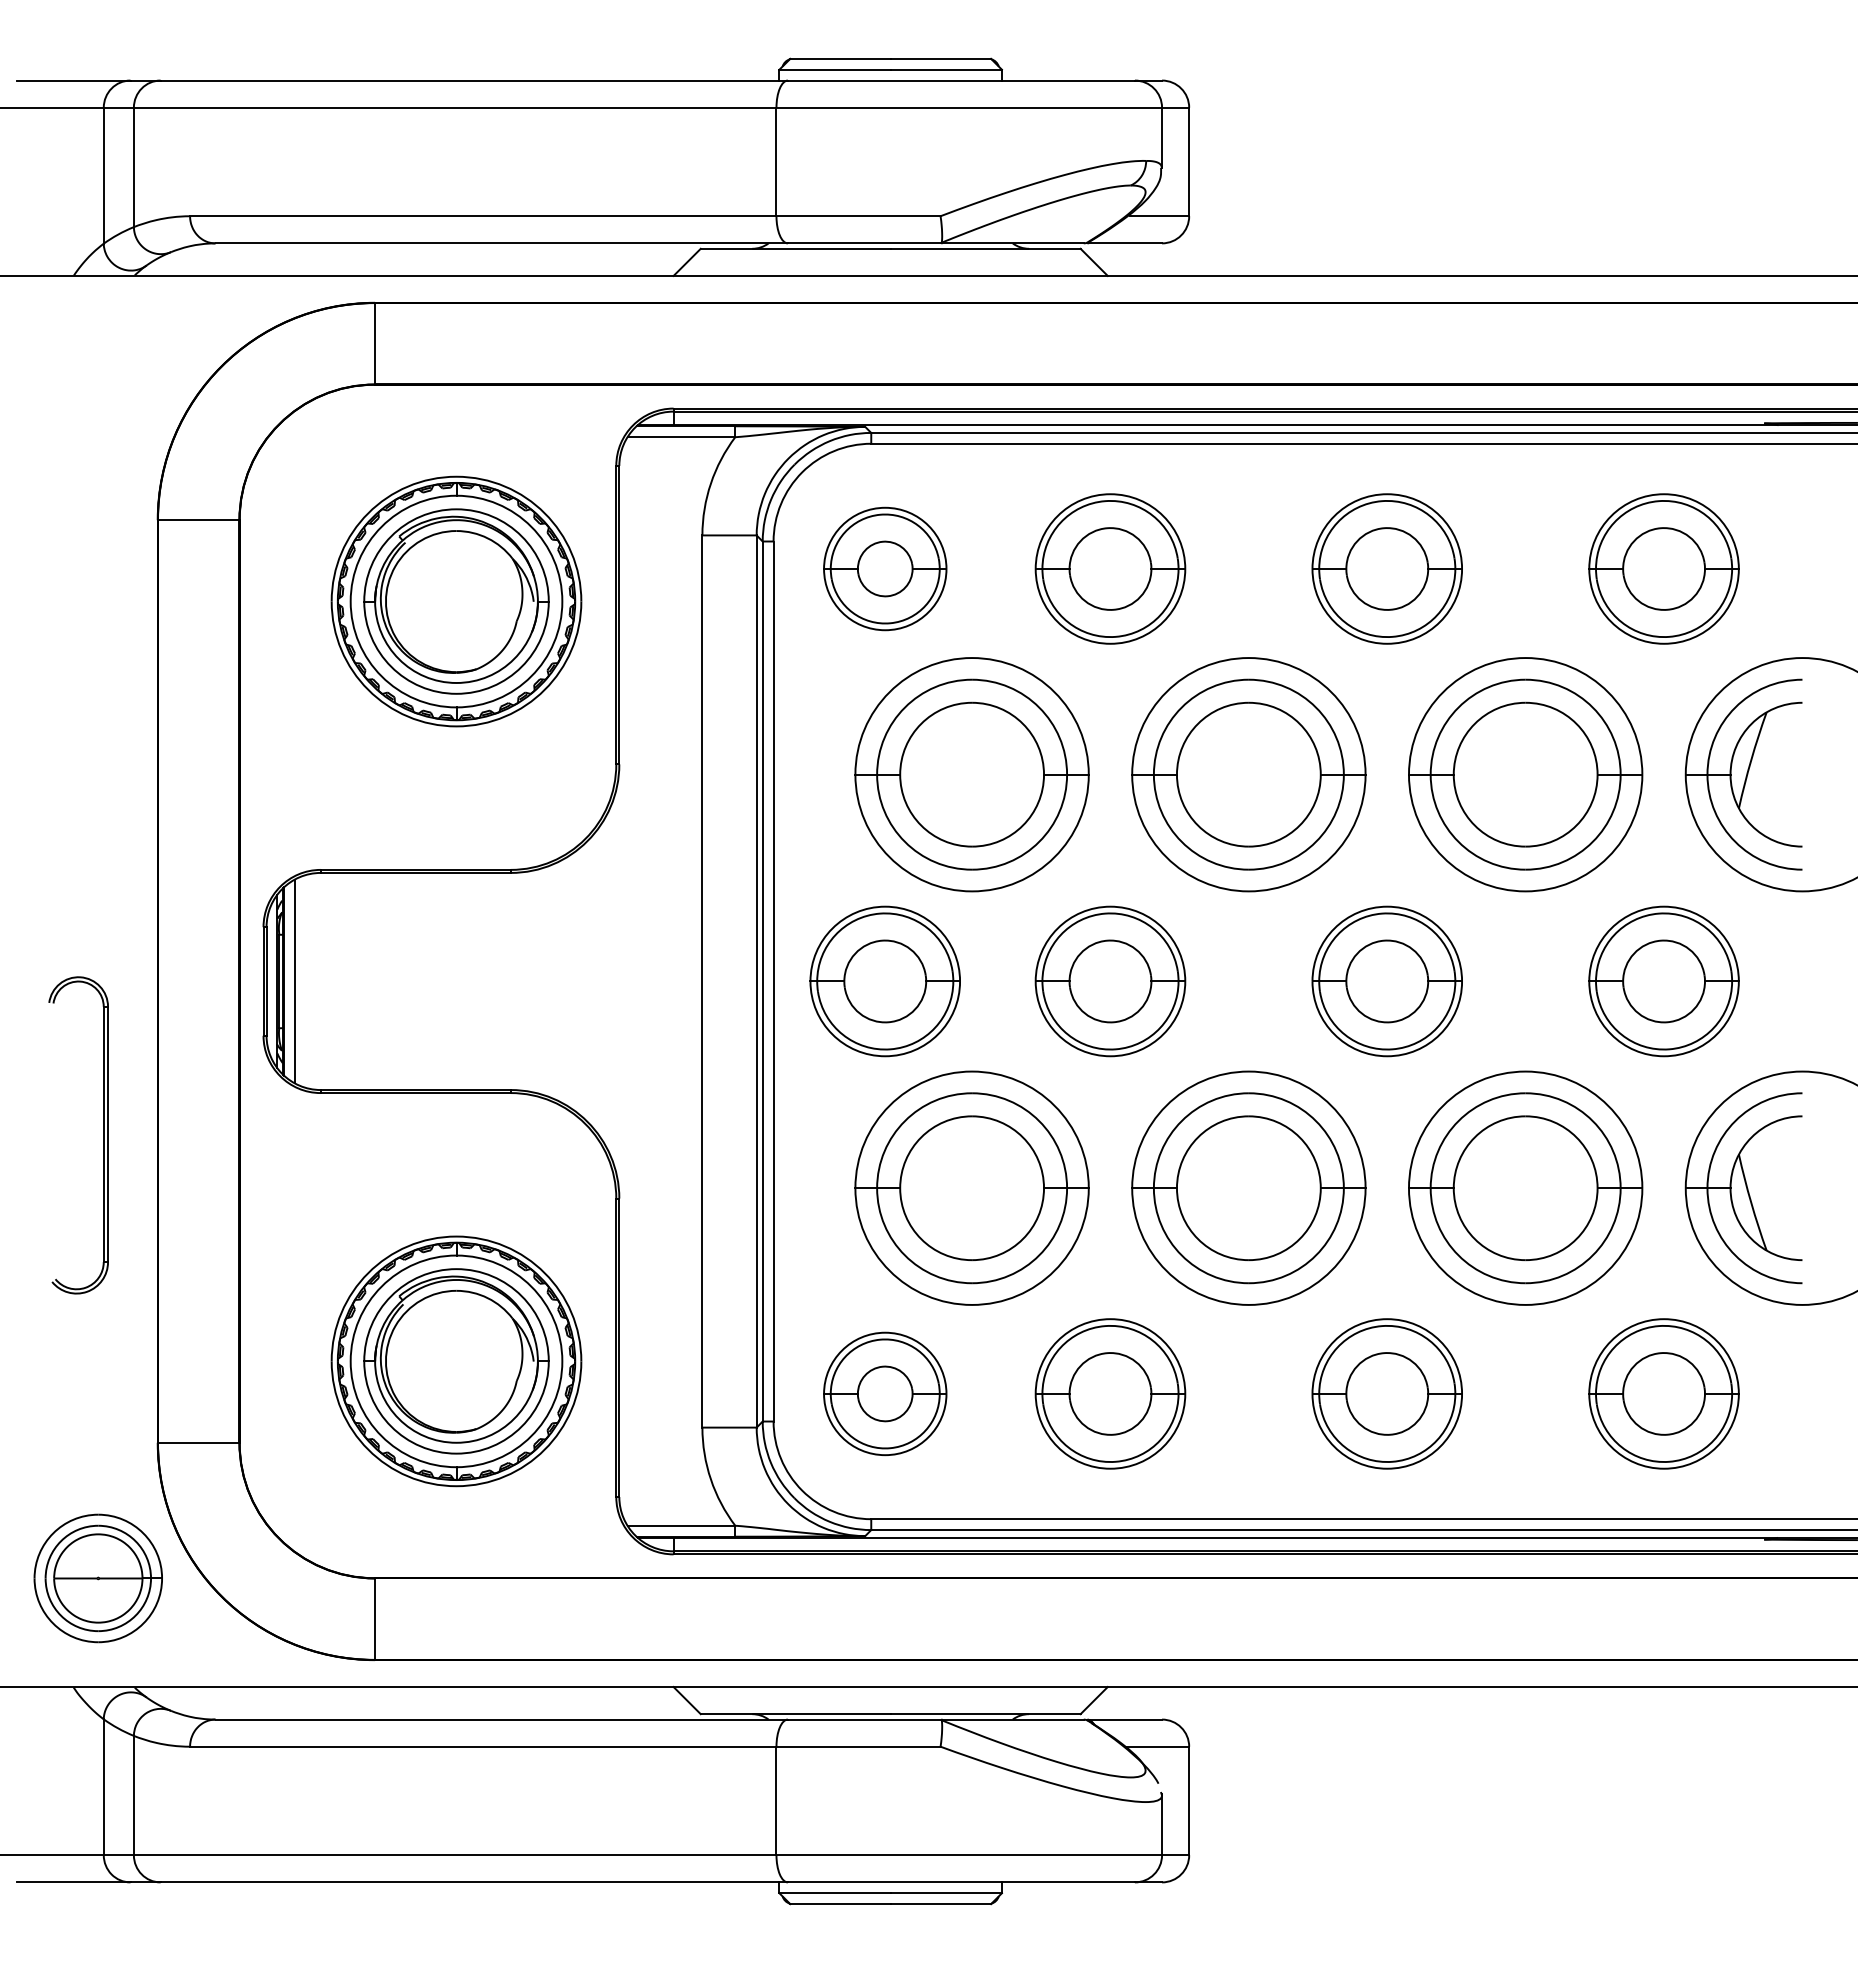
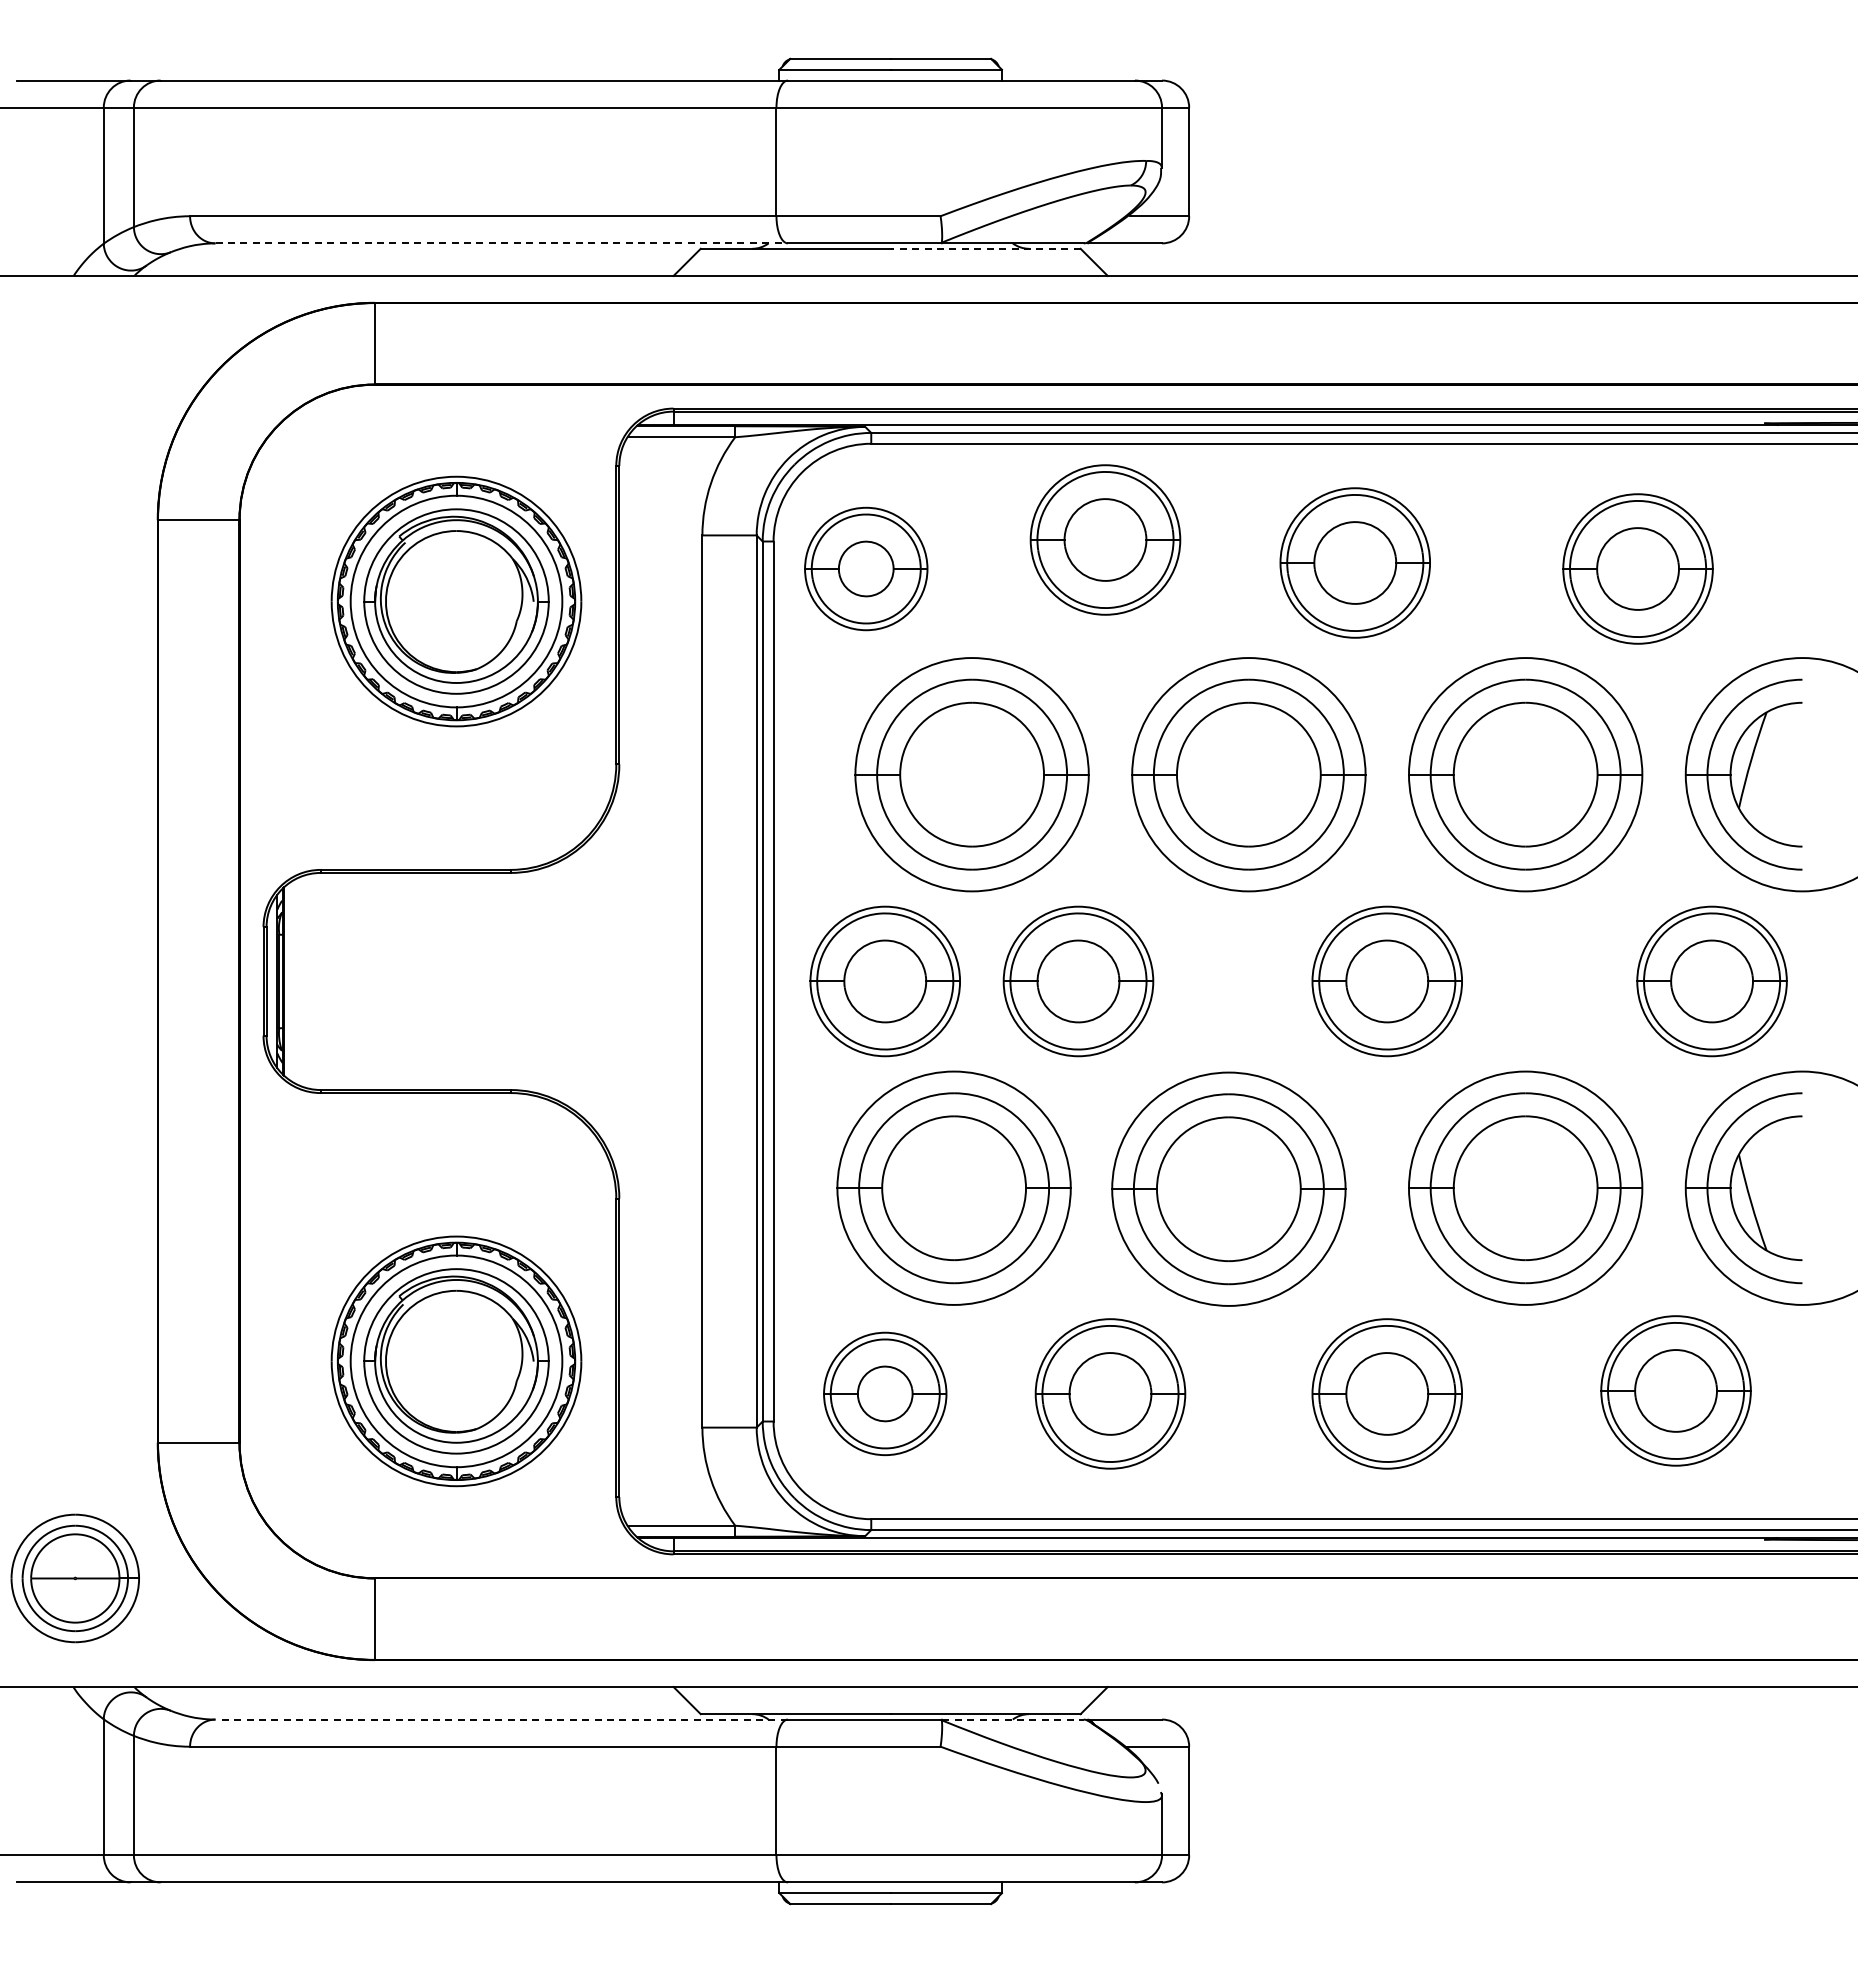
line at (502, 243): solid -> dashed
line at (985, 248): solid -> dashed
part at (885, 568) position: (885, 568) -> (866, 568)
part at (1110, 568) position: (1110, 568) -> (1105, 539)
part at (1386, 568) position: (1386, 568) -> (1354, 562)
part at (1663, 568) position: (1663, 568) -> (1637, 568)
line at (294, 981): present -> none
part at (1110, 981) position: (1110, 981) -> (1078, 981)
part at (1663, 981) position: (1663, 981) -> (1711, 981)
part at (103, 1135): present -> none
part at (971, 1187) position: (971, 1187) -> (953, 1187)
part at (1248, 1187) position: (1248, 1187) -> (1228, 1188)
part at (1663, 1393) position: (1663, 1393) -> (1675, 1390)
part at (97, 1578) position: (97, 1578) -> (74, 1578)
line at (501, 1719): solid -> dashed
line at (1013, 1719): solid -> dashed
